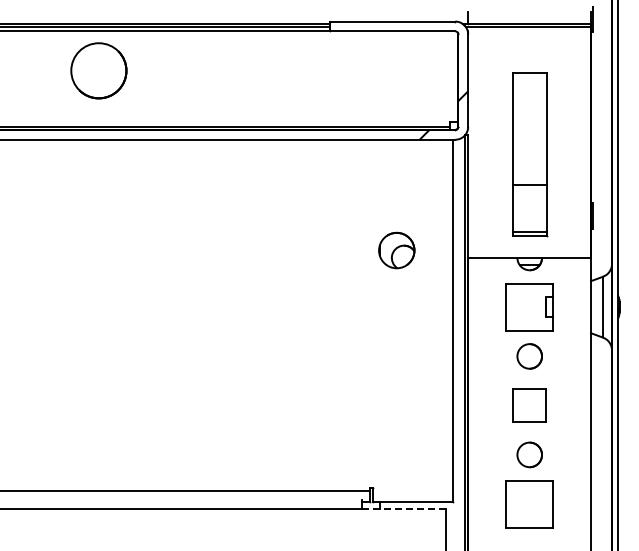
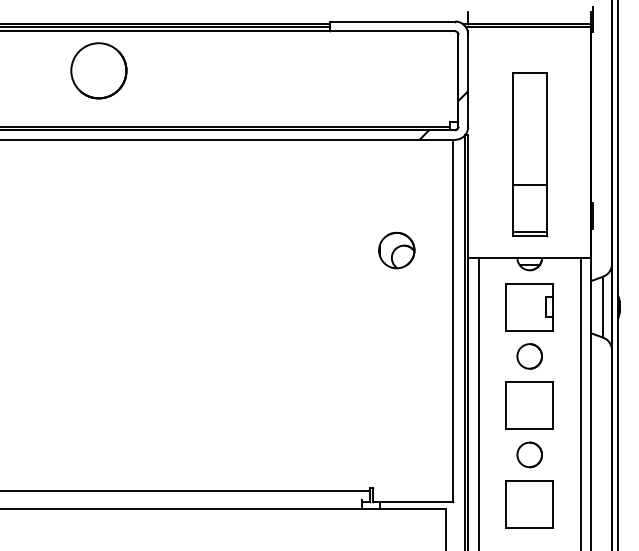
line at (478, 402): none -> present
line at (580, 402): none -> present
part at (529, 405) size: 35x35 px -> 49x49 px
line at (404, 509): dashed -> solid
